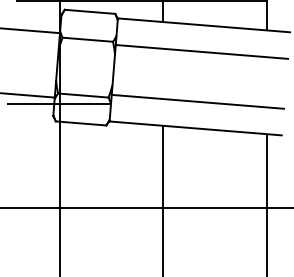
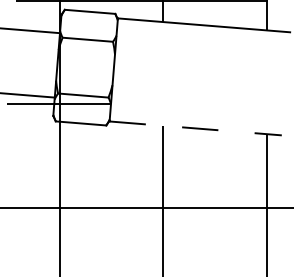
line at (201, 51): present -> none
line at (197, 101): present -> none
line at (196, 128): solid -> dashed
